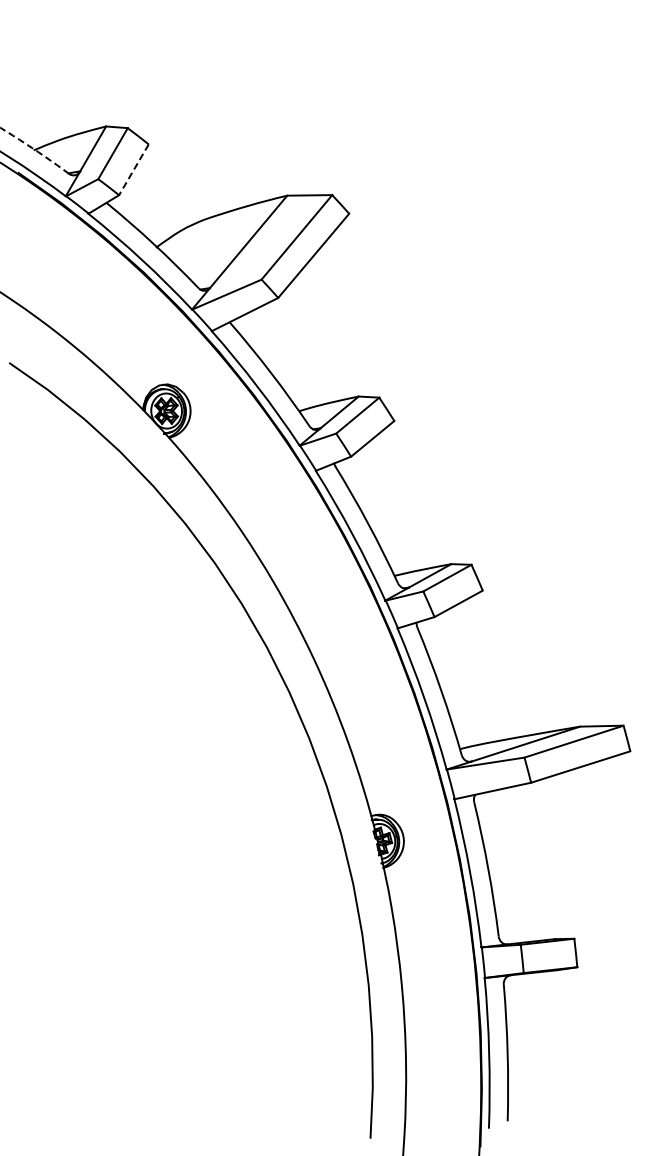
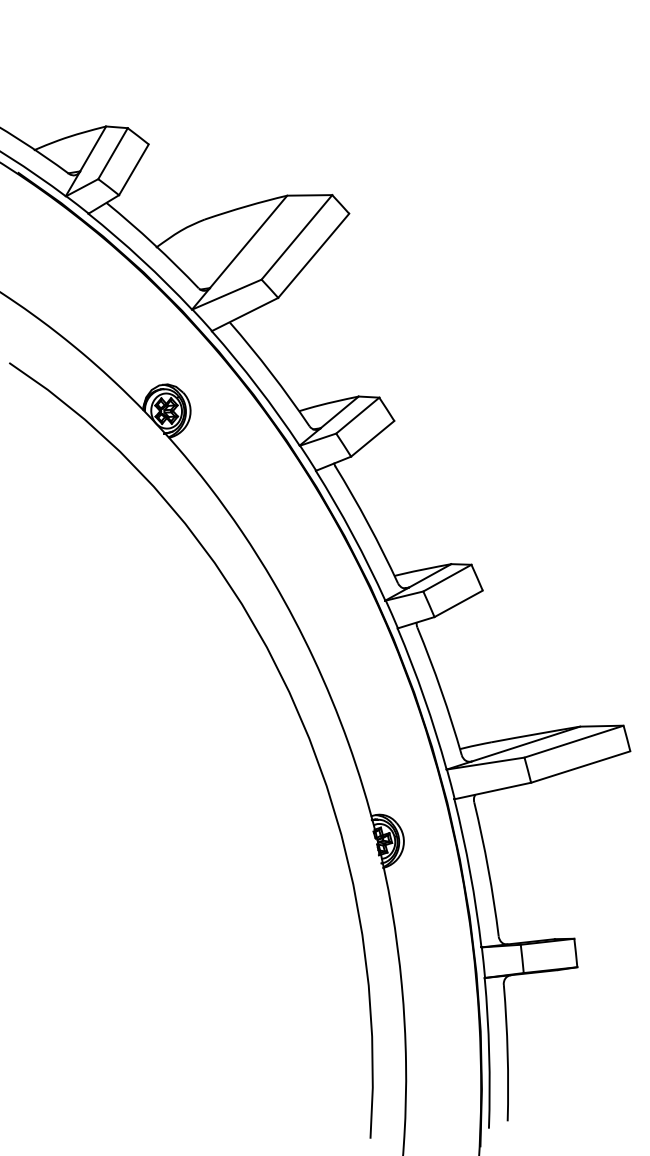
arc at (34, 150): dashed -> solid
line at (133, 170): dashed -> solid
